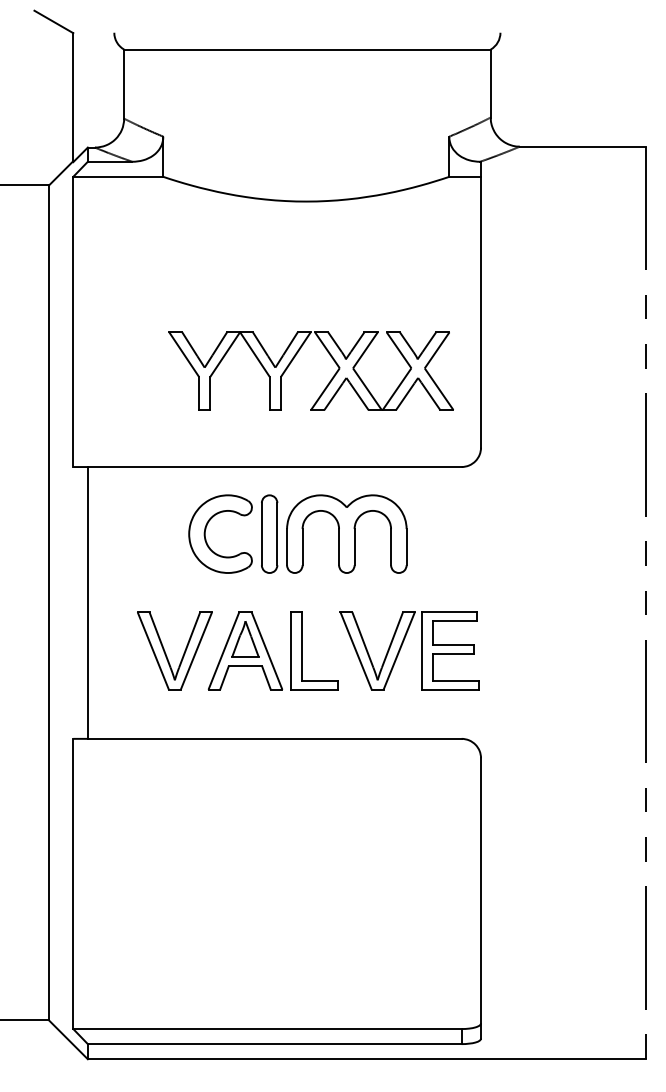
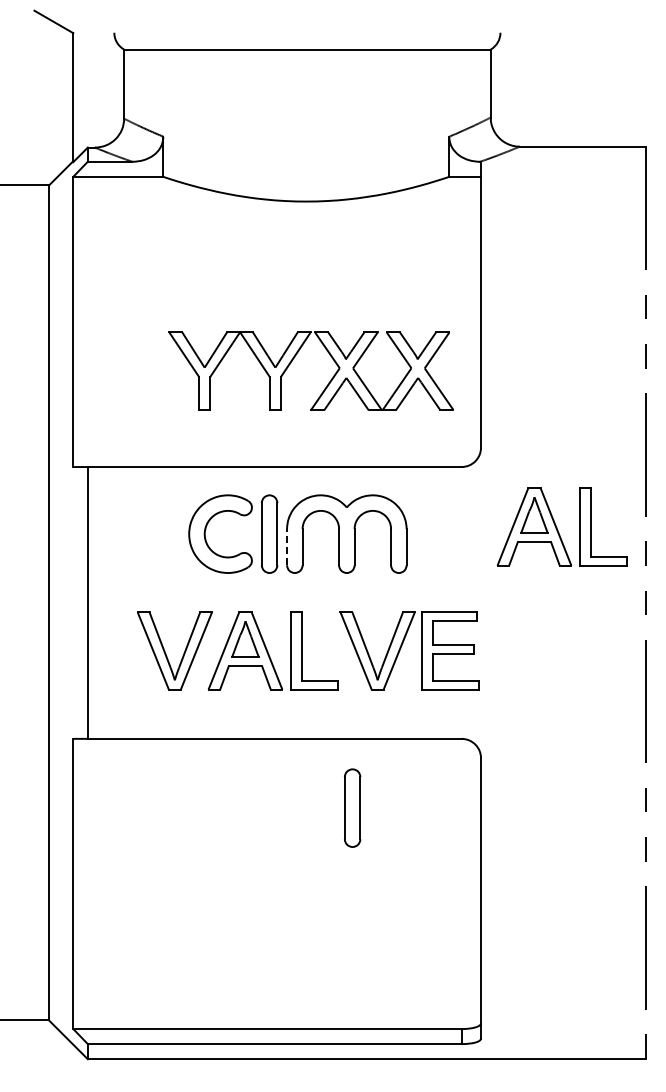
part at (561, 526): none -> present
line at (287, 546): solid -> dashed
part at (352, 807): none -> present
